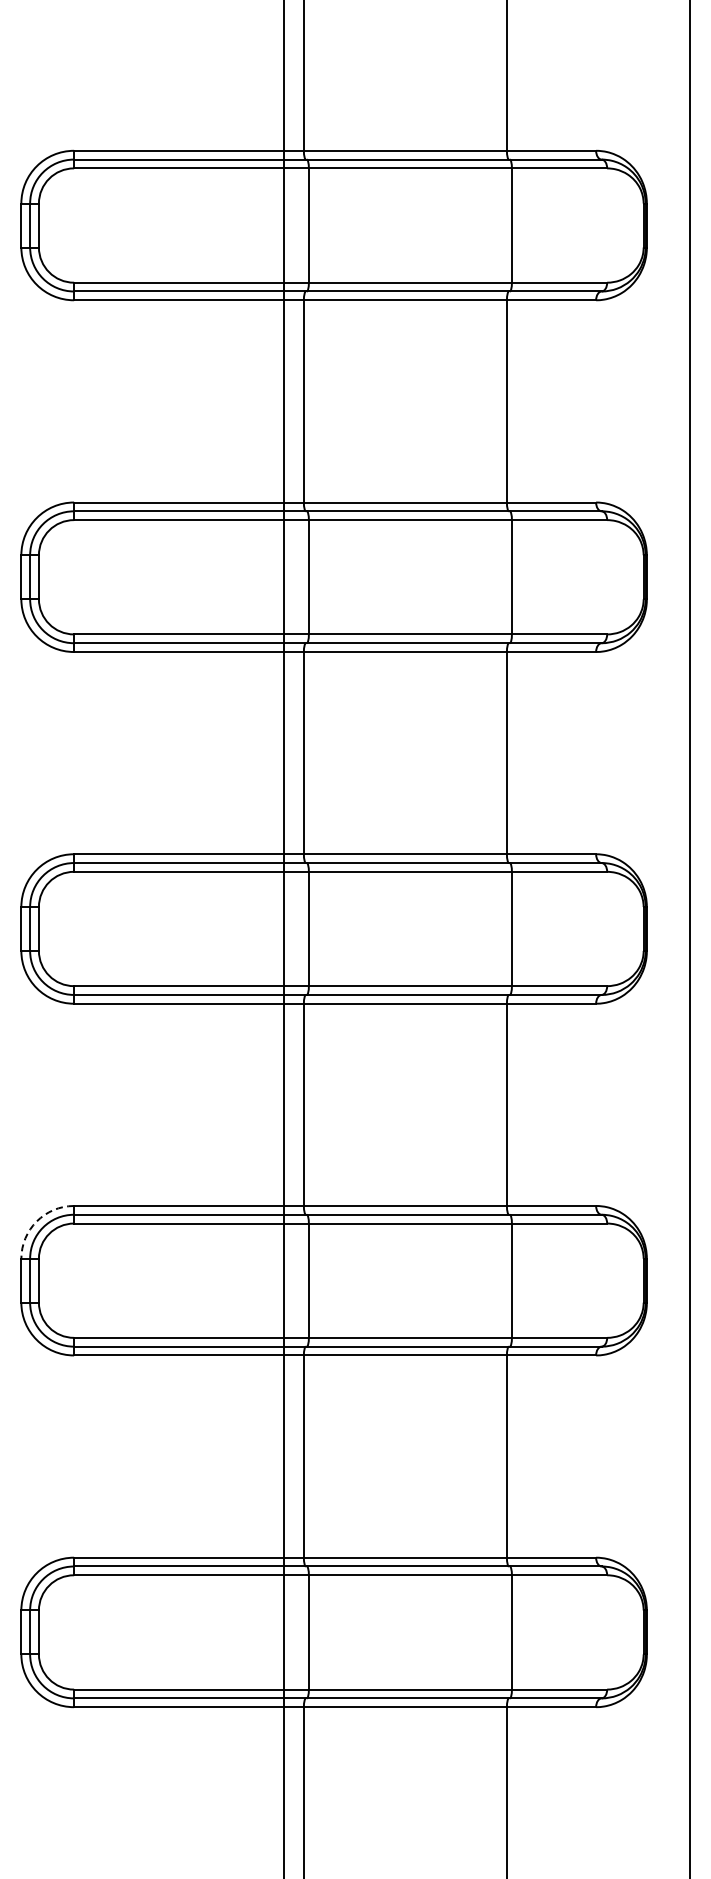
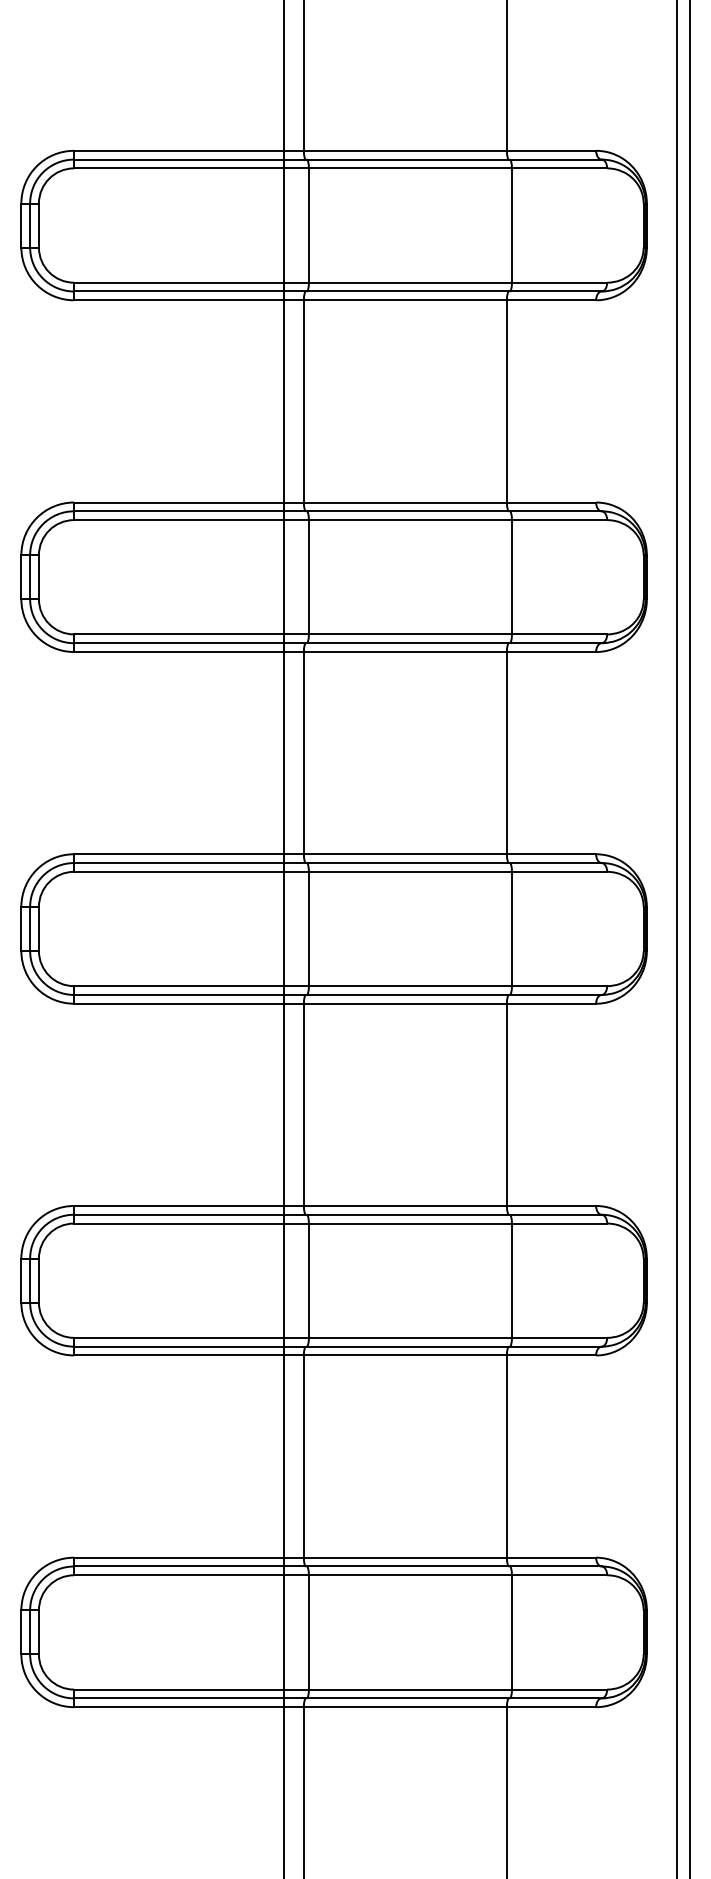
line at (676, 938): none -> present
arc at (36, 1221): dashed -> solid
